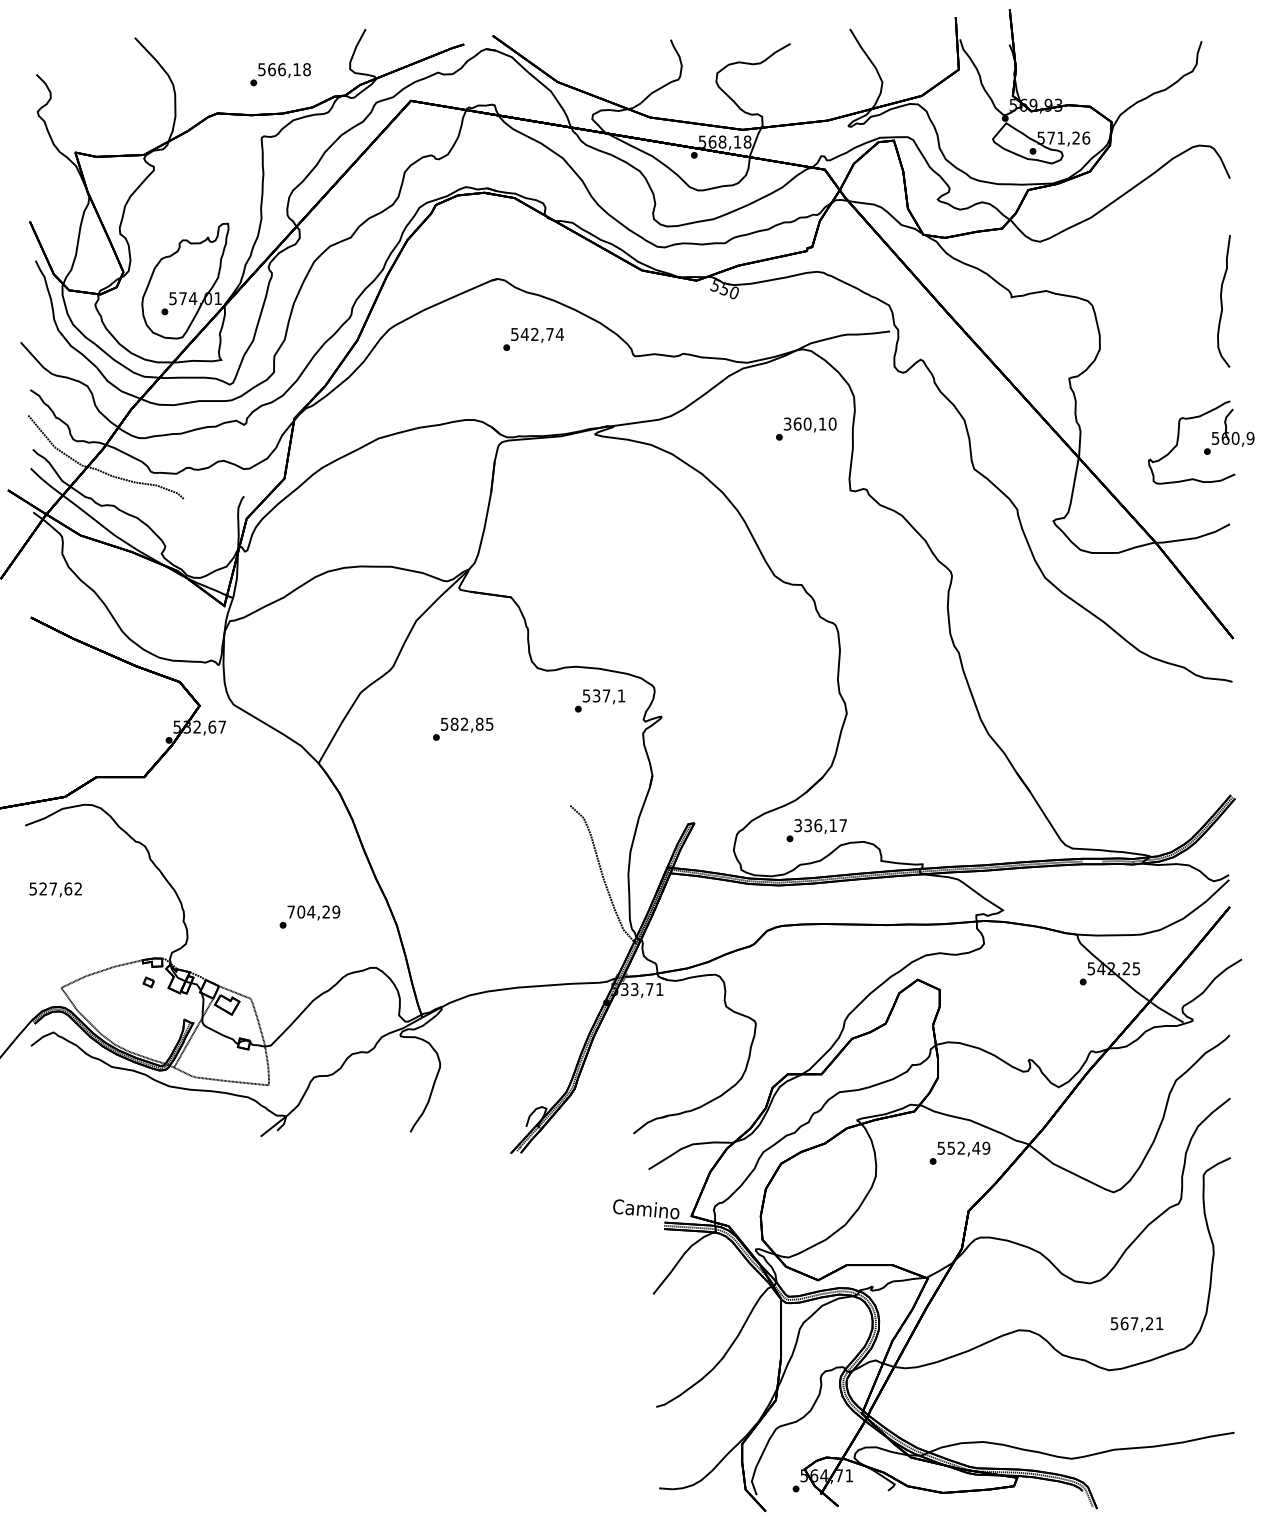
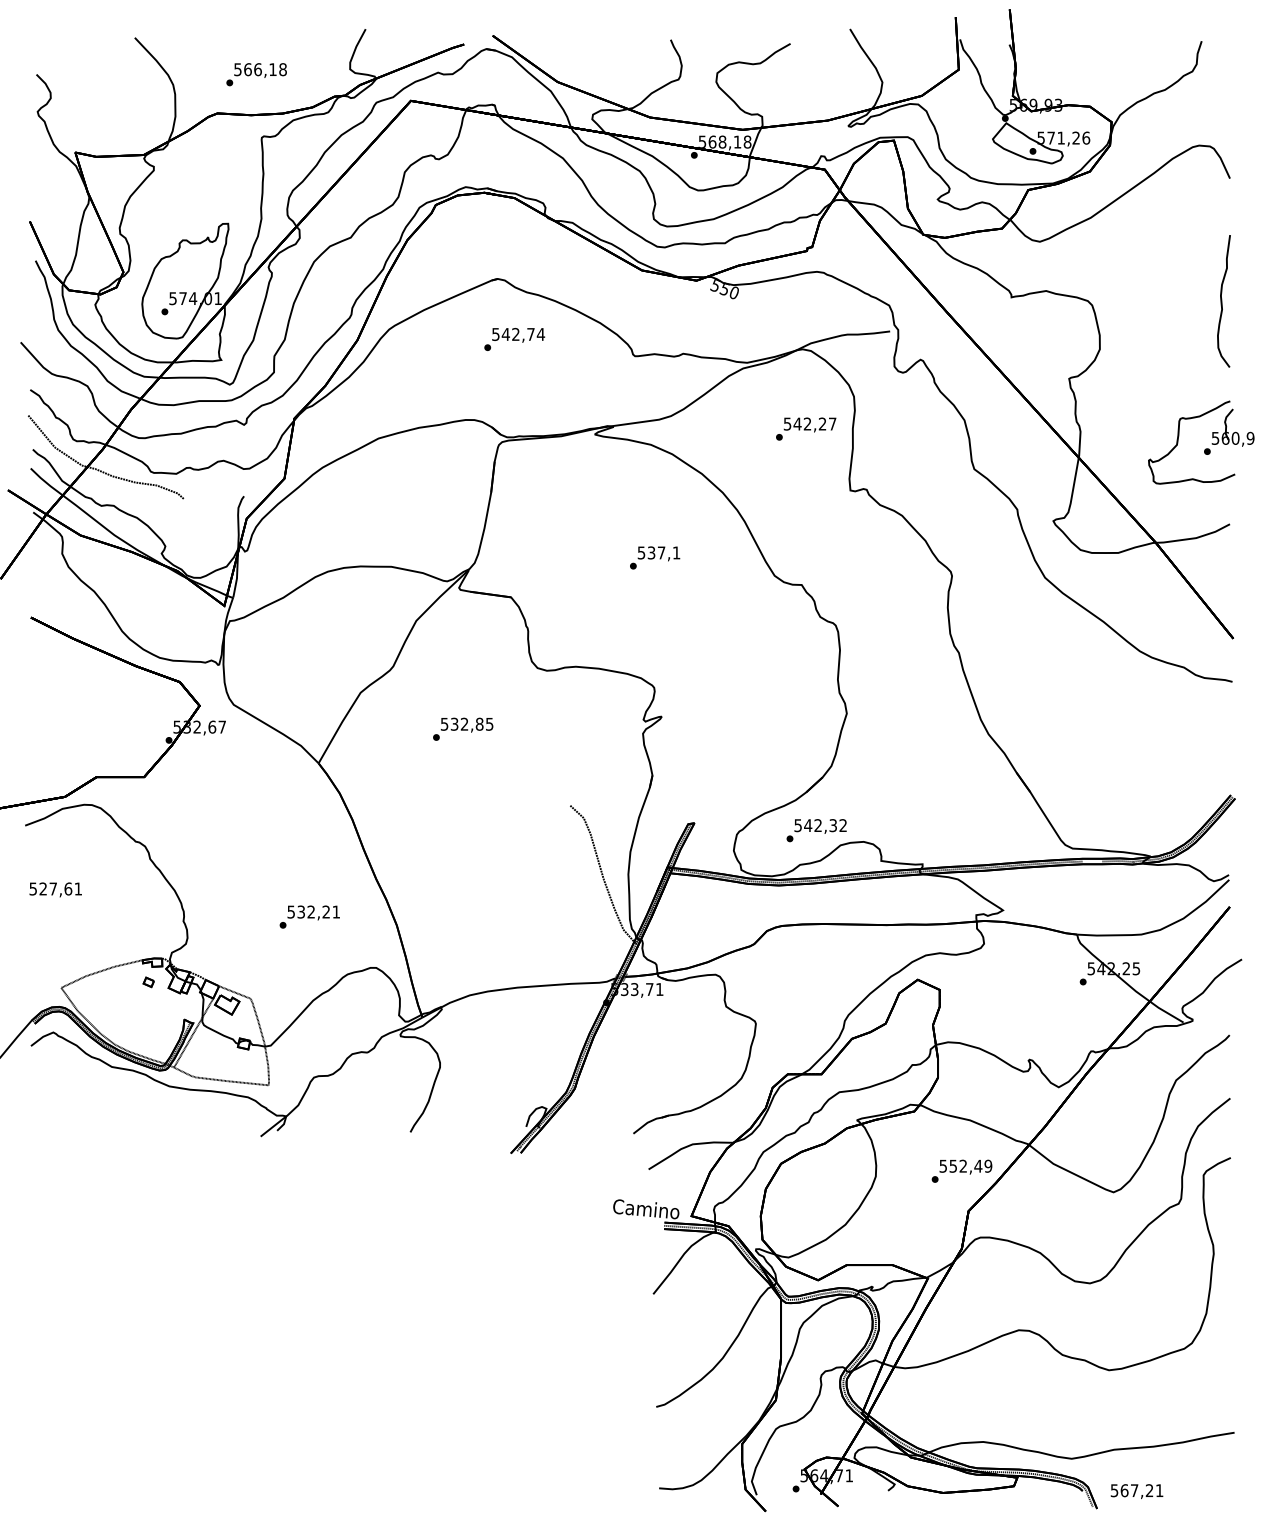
text at (280, 74) position: (280, 74) -> (256, 74)
text at (533, 339) position: (533, 339) -> (514, 339)
text at (810, 423): 360,10 -> 542,27
text at (600, 700) position: (600, 700) -> (655, 557)
text at (454, 723): 582,85 -> 532,85
text at (820, 825): 336,17 -> 542,32
text at (77, 888): 527,62 -> 527,61
text at (313, 911): 704,29 -> 532,21
text at (959, 1152) position: (959, 1152) -> (961, 1170)
text at (1136, 1324) position: (1136, 1324) -> (1136, 1491)
